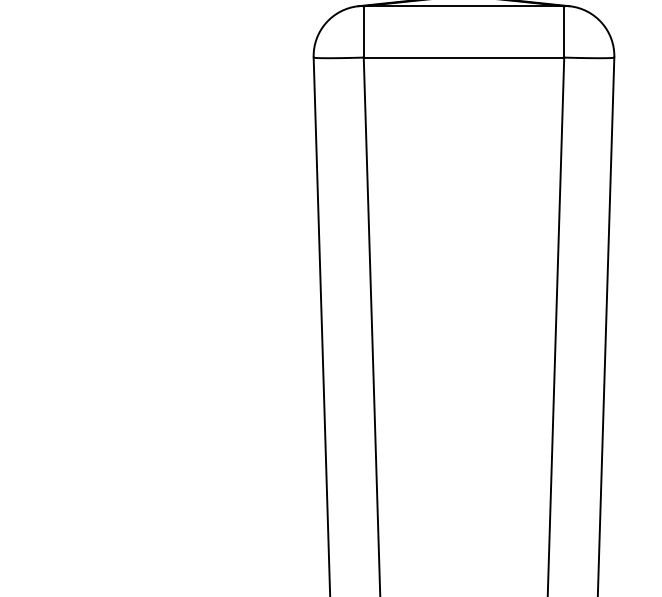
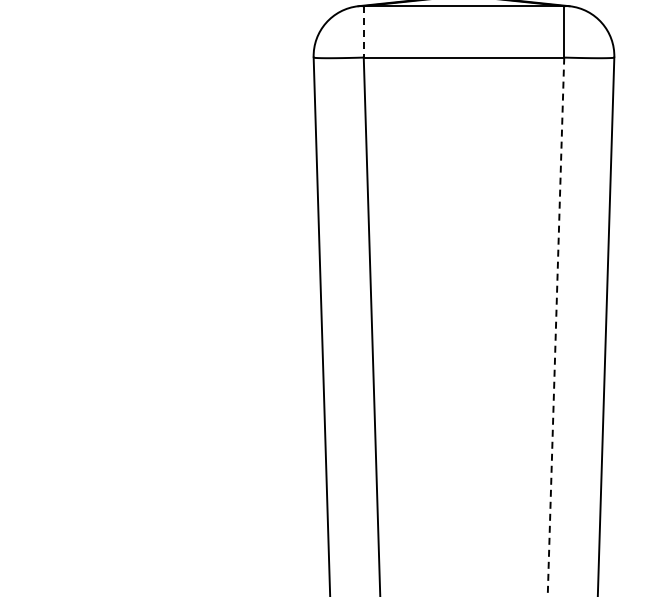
line at (363, 31): solid -> dashed
line at (555, 327): solid -> dashed
